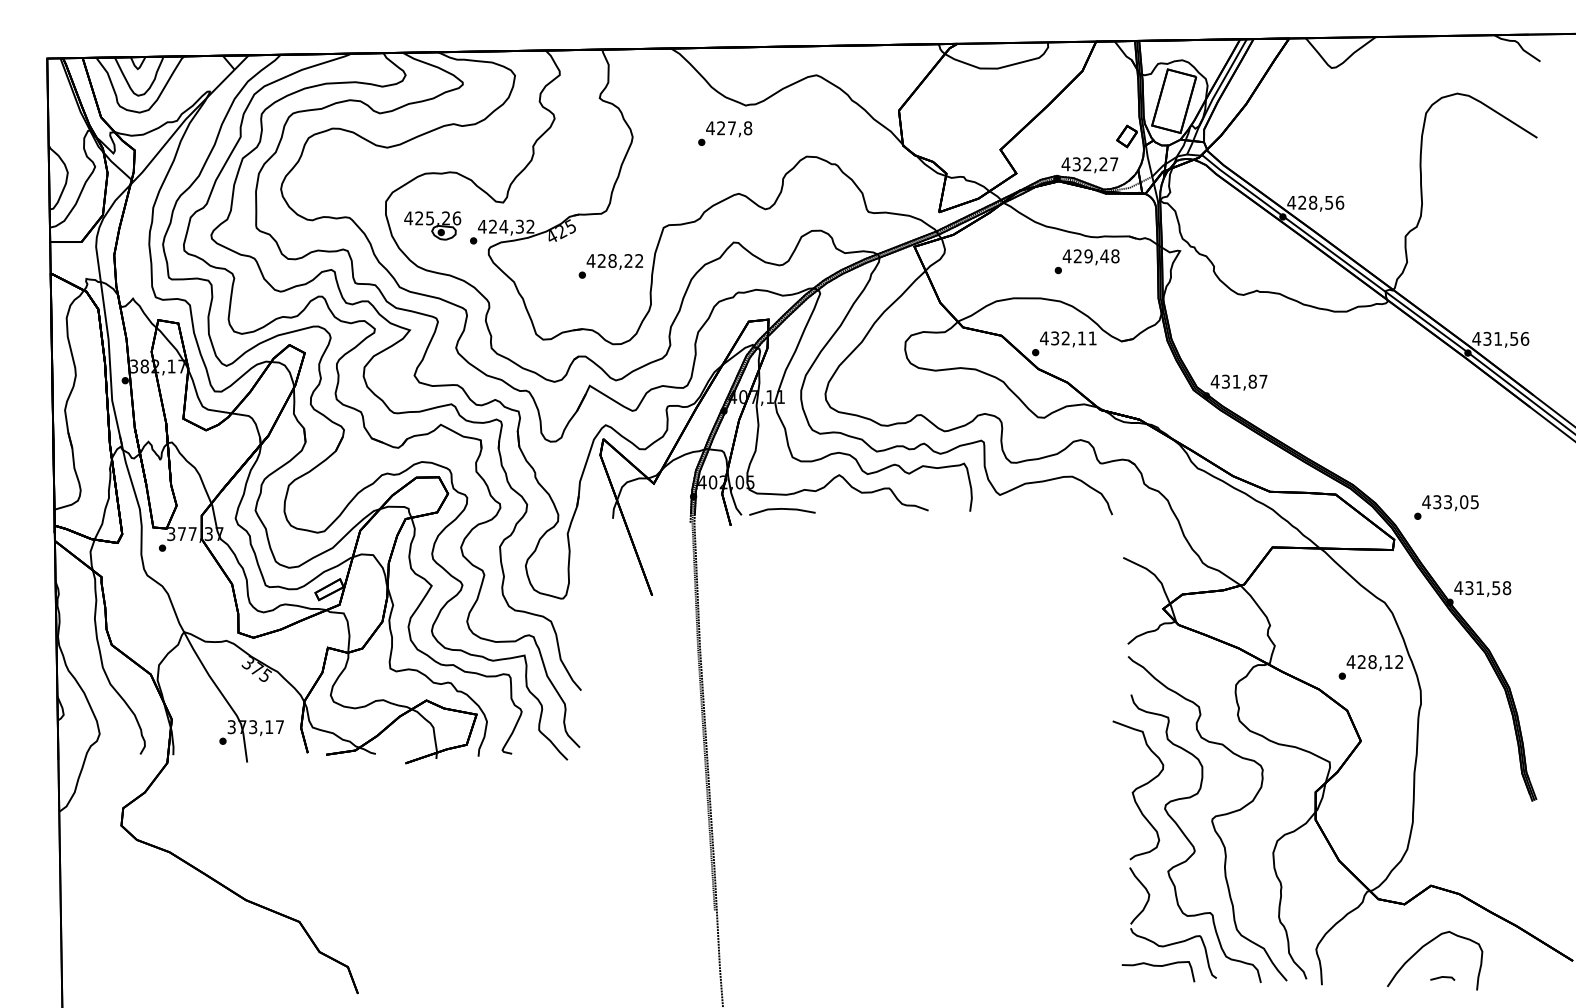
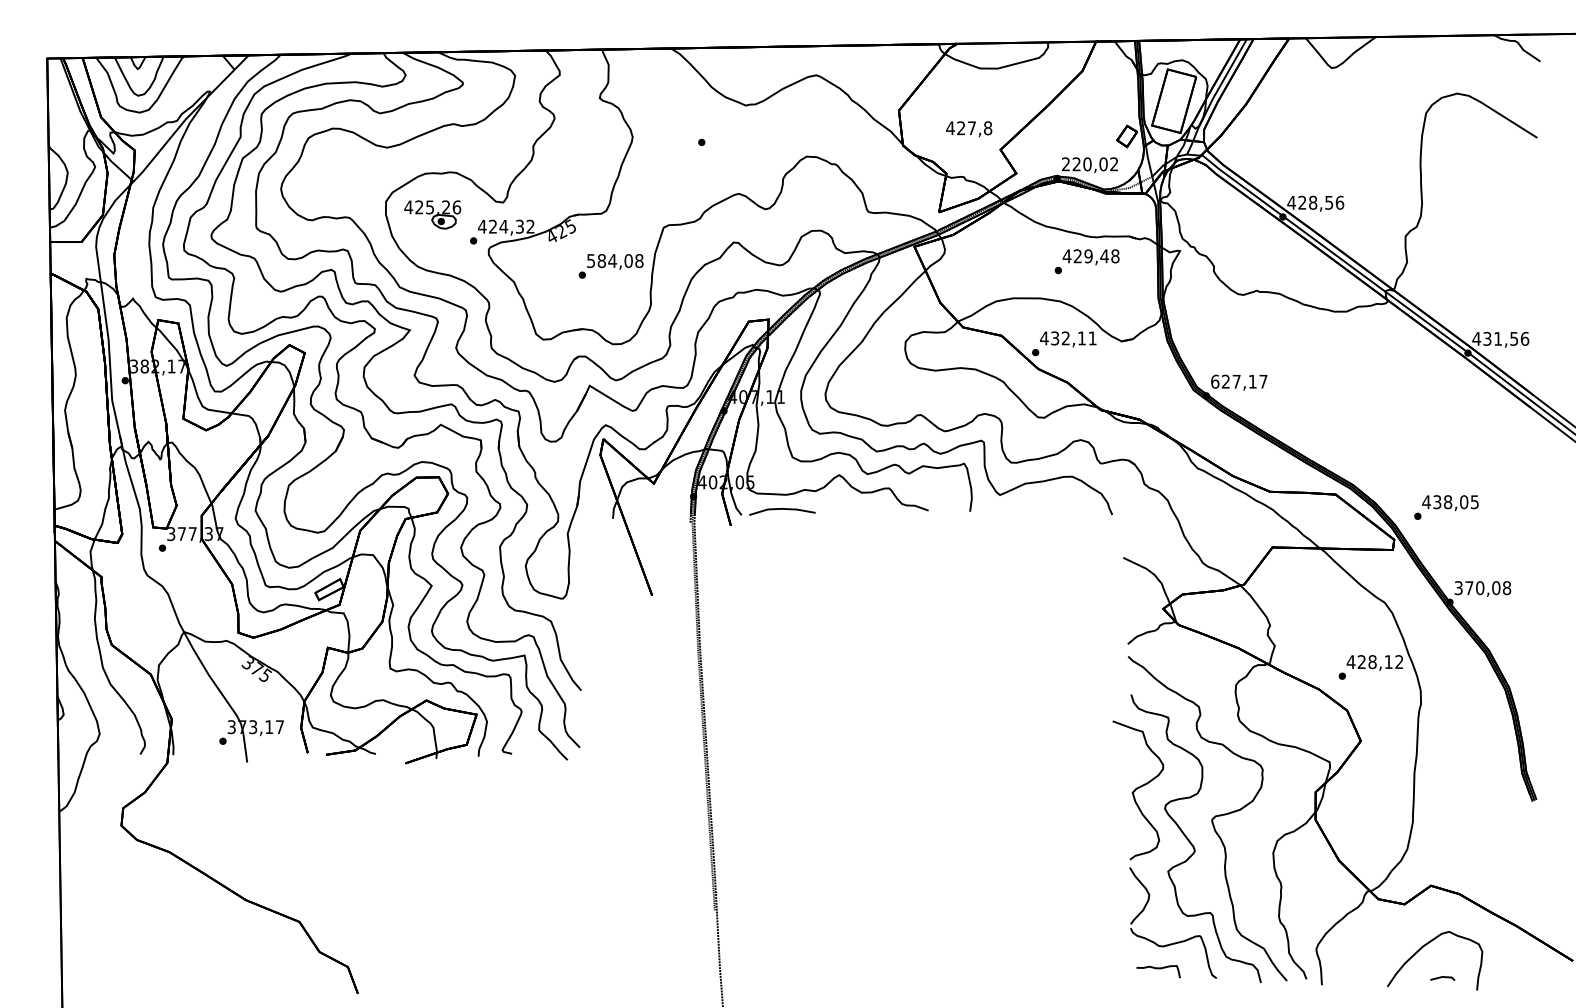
text at (729, 129) position: (729, 129) -> (969, 129)
text at (1089, 164): 432,27 -> 220,02
part at (432, 225) position: (432, 225) -> (432, 214)
text at (614, 261): 428,22 -> 584,08
text at (1233, 381): 431,87 -> 627,17
text at (1448, 502): 433,05 -> 438,05
text at (1477, 588): 431,58 -> 370,08
part at (1158, 971) size: 75x22 px -> 45x14 px
